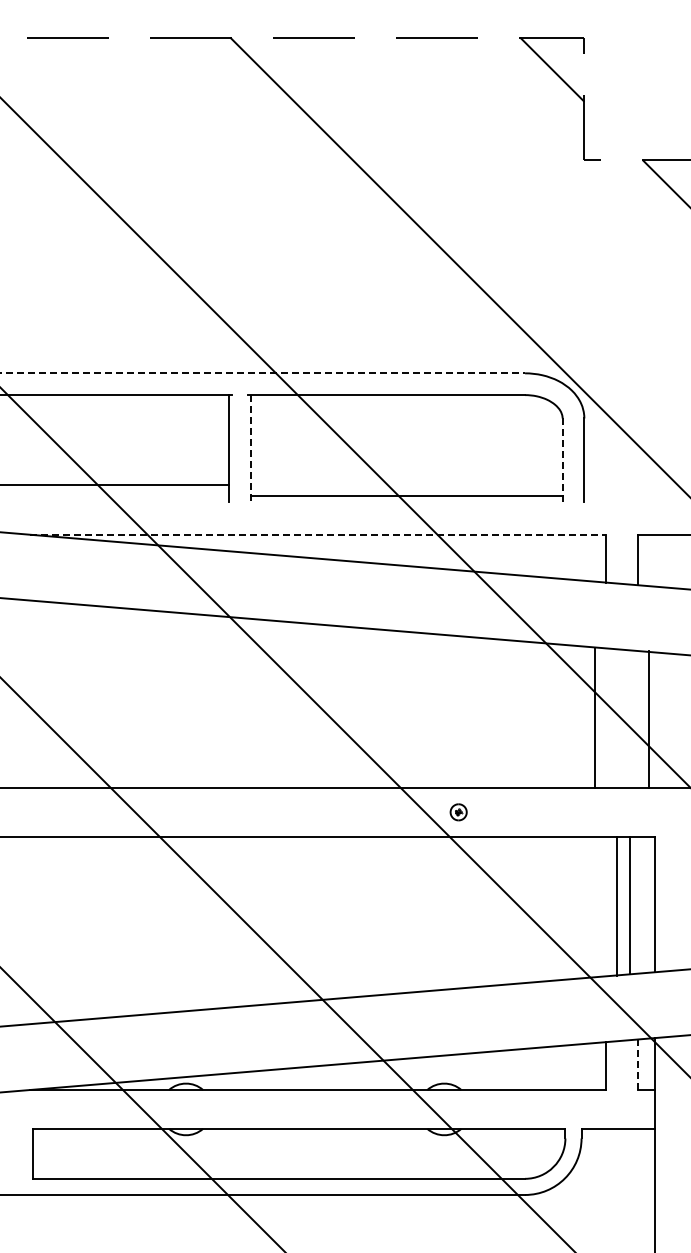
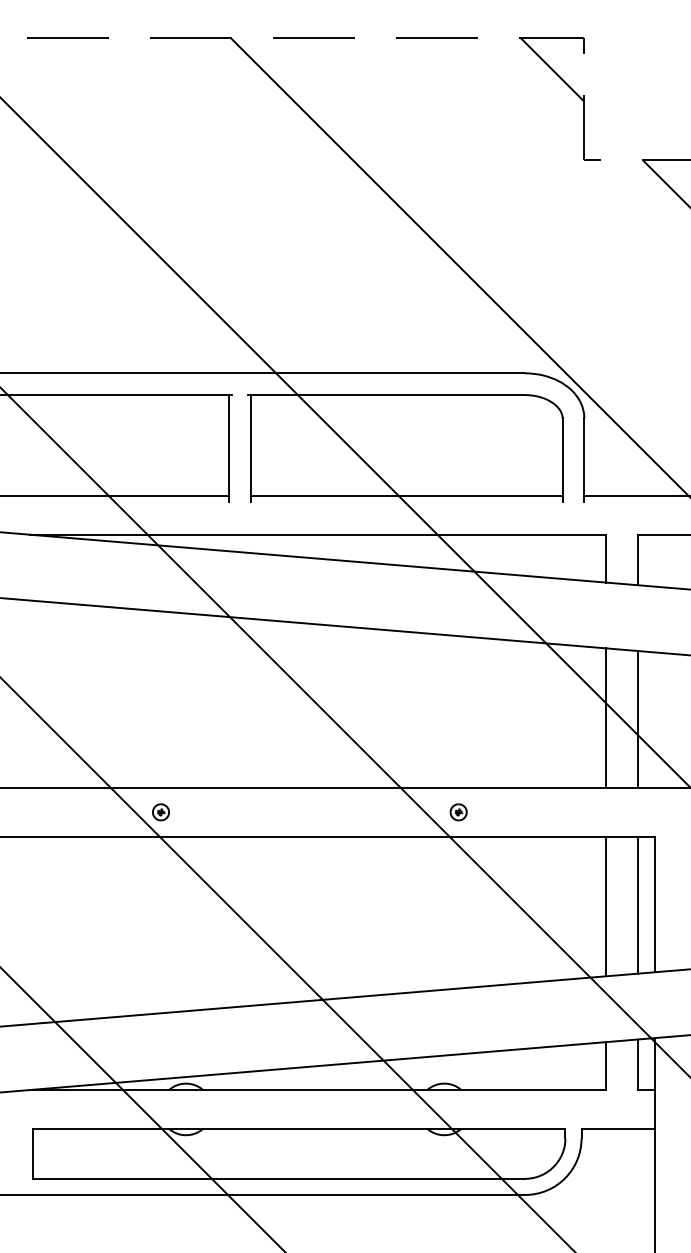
line at (263, 373): dashed -> solid
line at (250, 448): dashed -> solid
line at (562, 460): dashed -> solid
line at (115, 484) position: (115, 484) -> (115, 495)
line at (635, 495): none -> present
line at (318, 534): dashed -> solid
line at (595, 717) position: (595, 717) -> (606, 717)
line at (648, 718) position: (648, 718) -> (637, 718)
part at (160, 812): none -> present
line at (629, 904) position: (629, 904) -> (637, 904)
line at (617, 906) position: (617, 906) -> (606, 906)
line at (637, 1064): dashed -> solid
